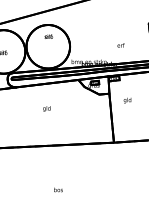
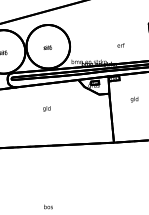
text at (48, 36) position: (48, 36) -> (47, 47)
text at (127, 100) position: (127, 100) -> (134, 99)
text at (58, 189) position: (58, 189) -> (48, 206)
